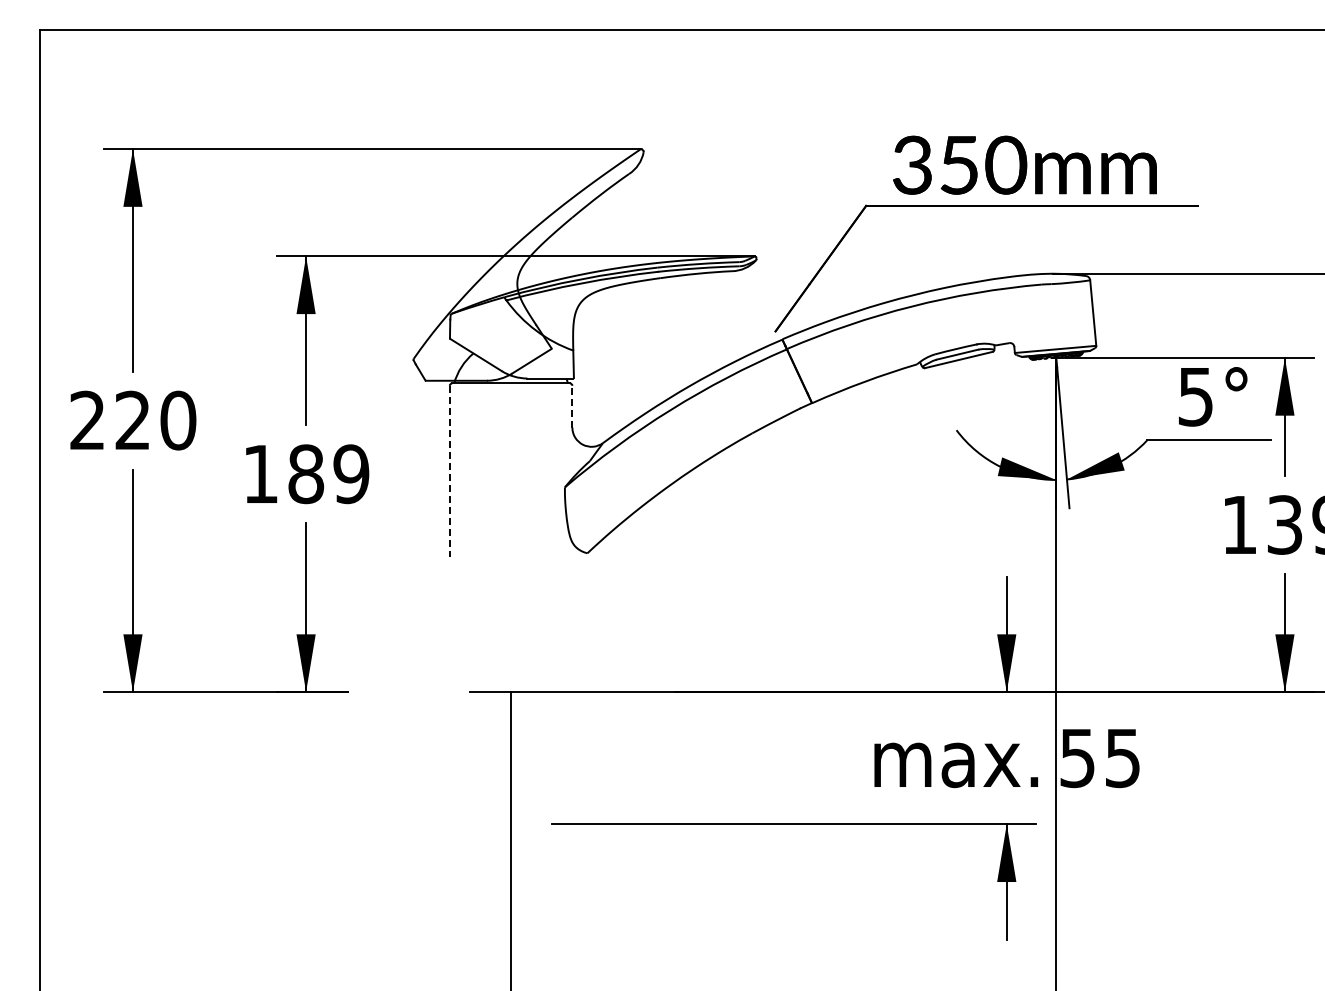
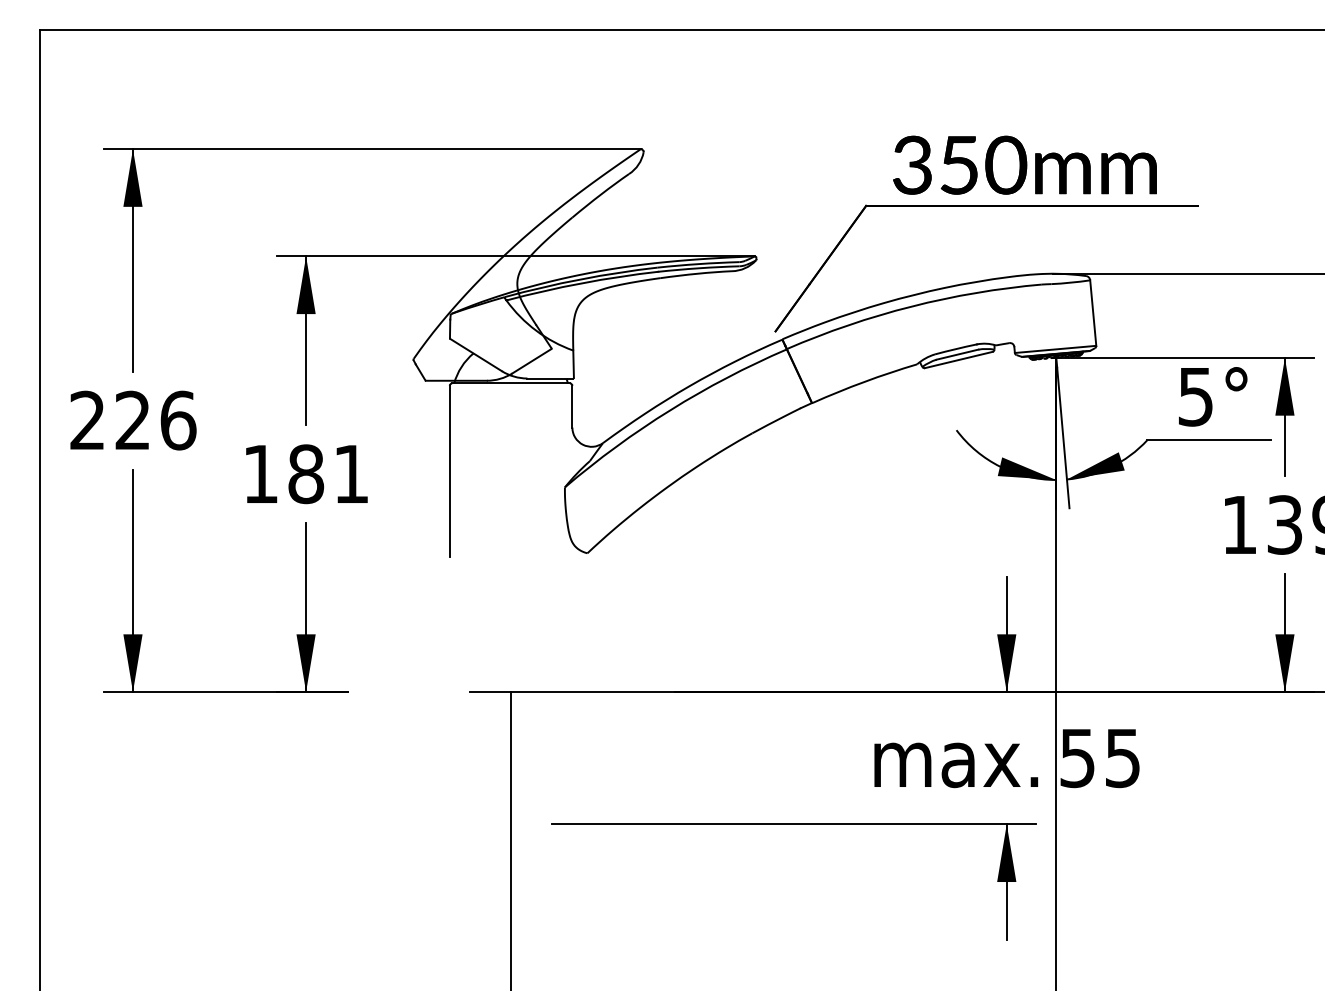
line at (572, 406): dashed -> solid
text at (178, 420): 220 -> 226
line at (449, 471): dashed -> solid
text at (351, 474): 189 -> 181
